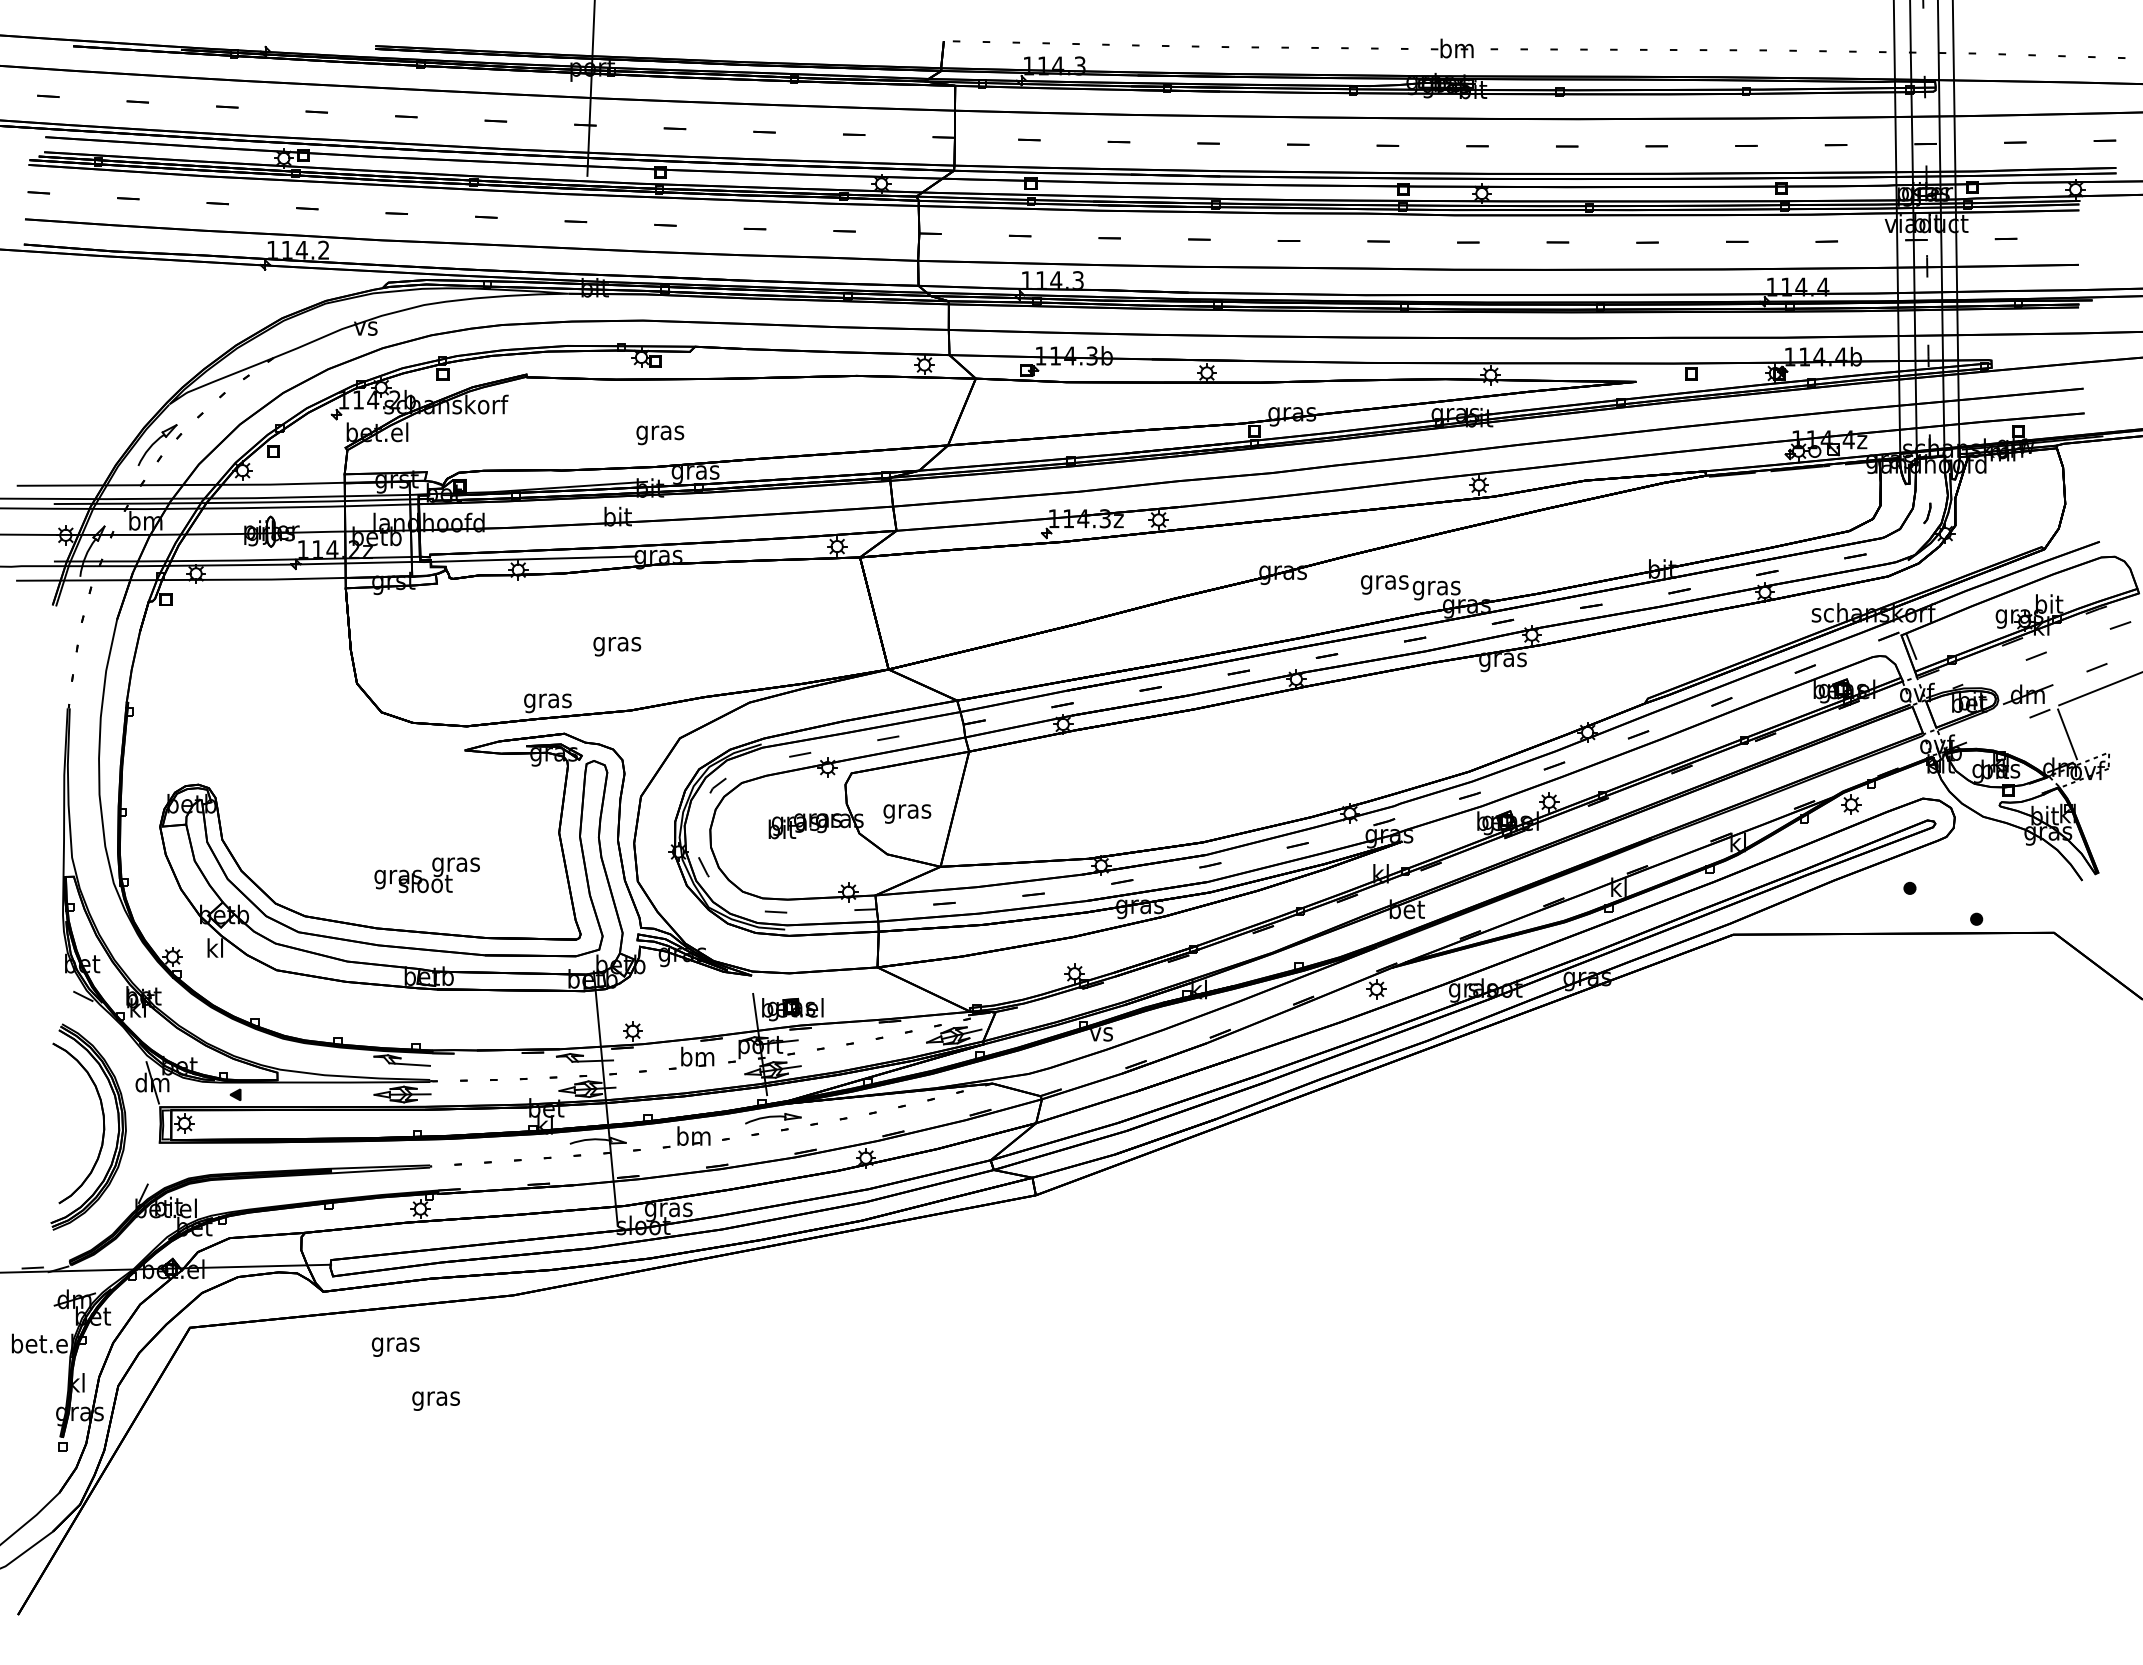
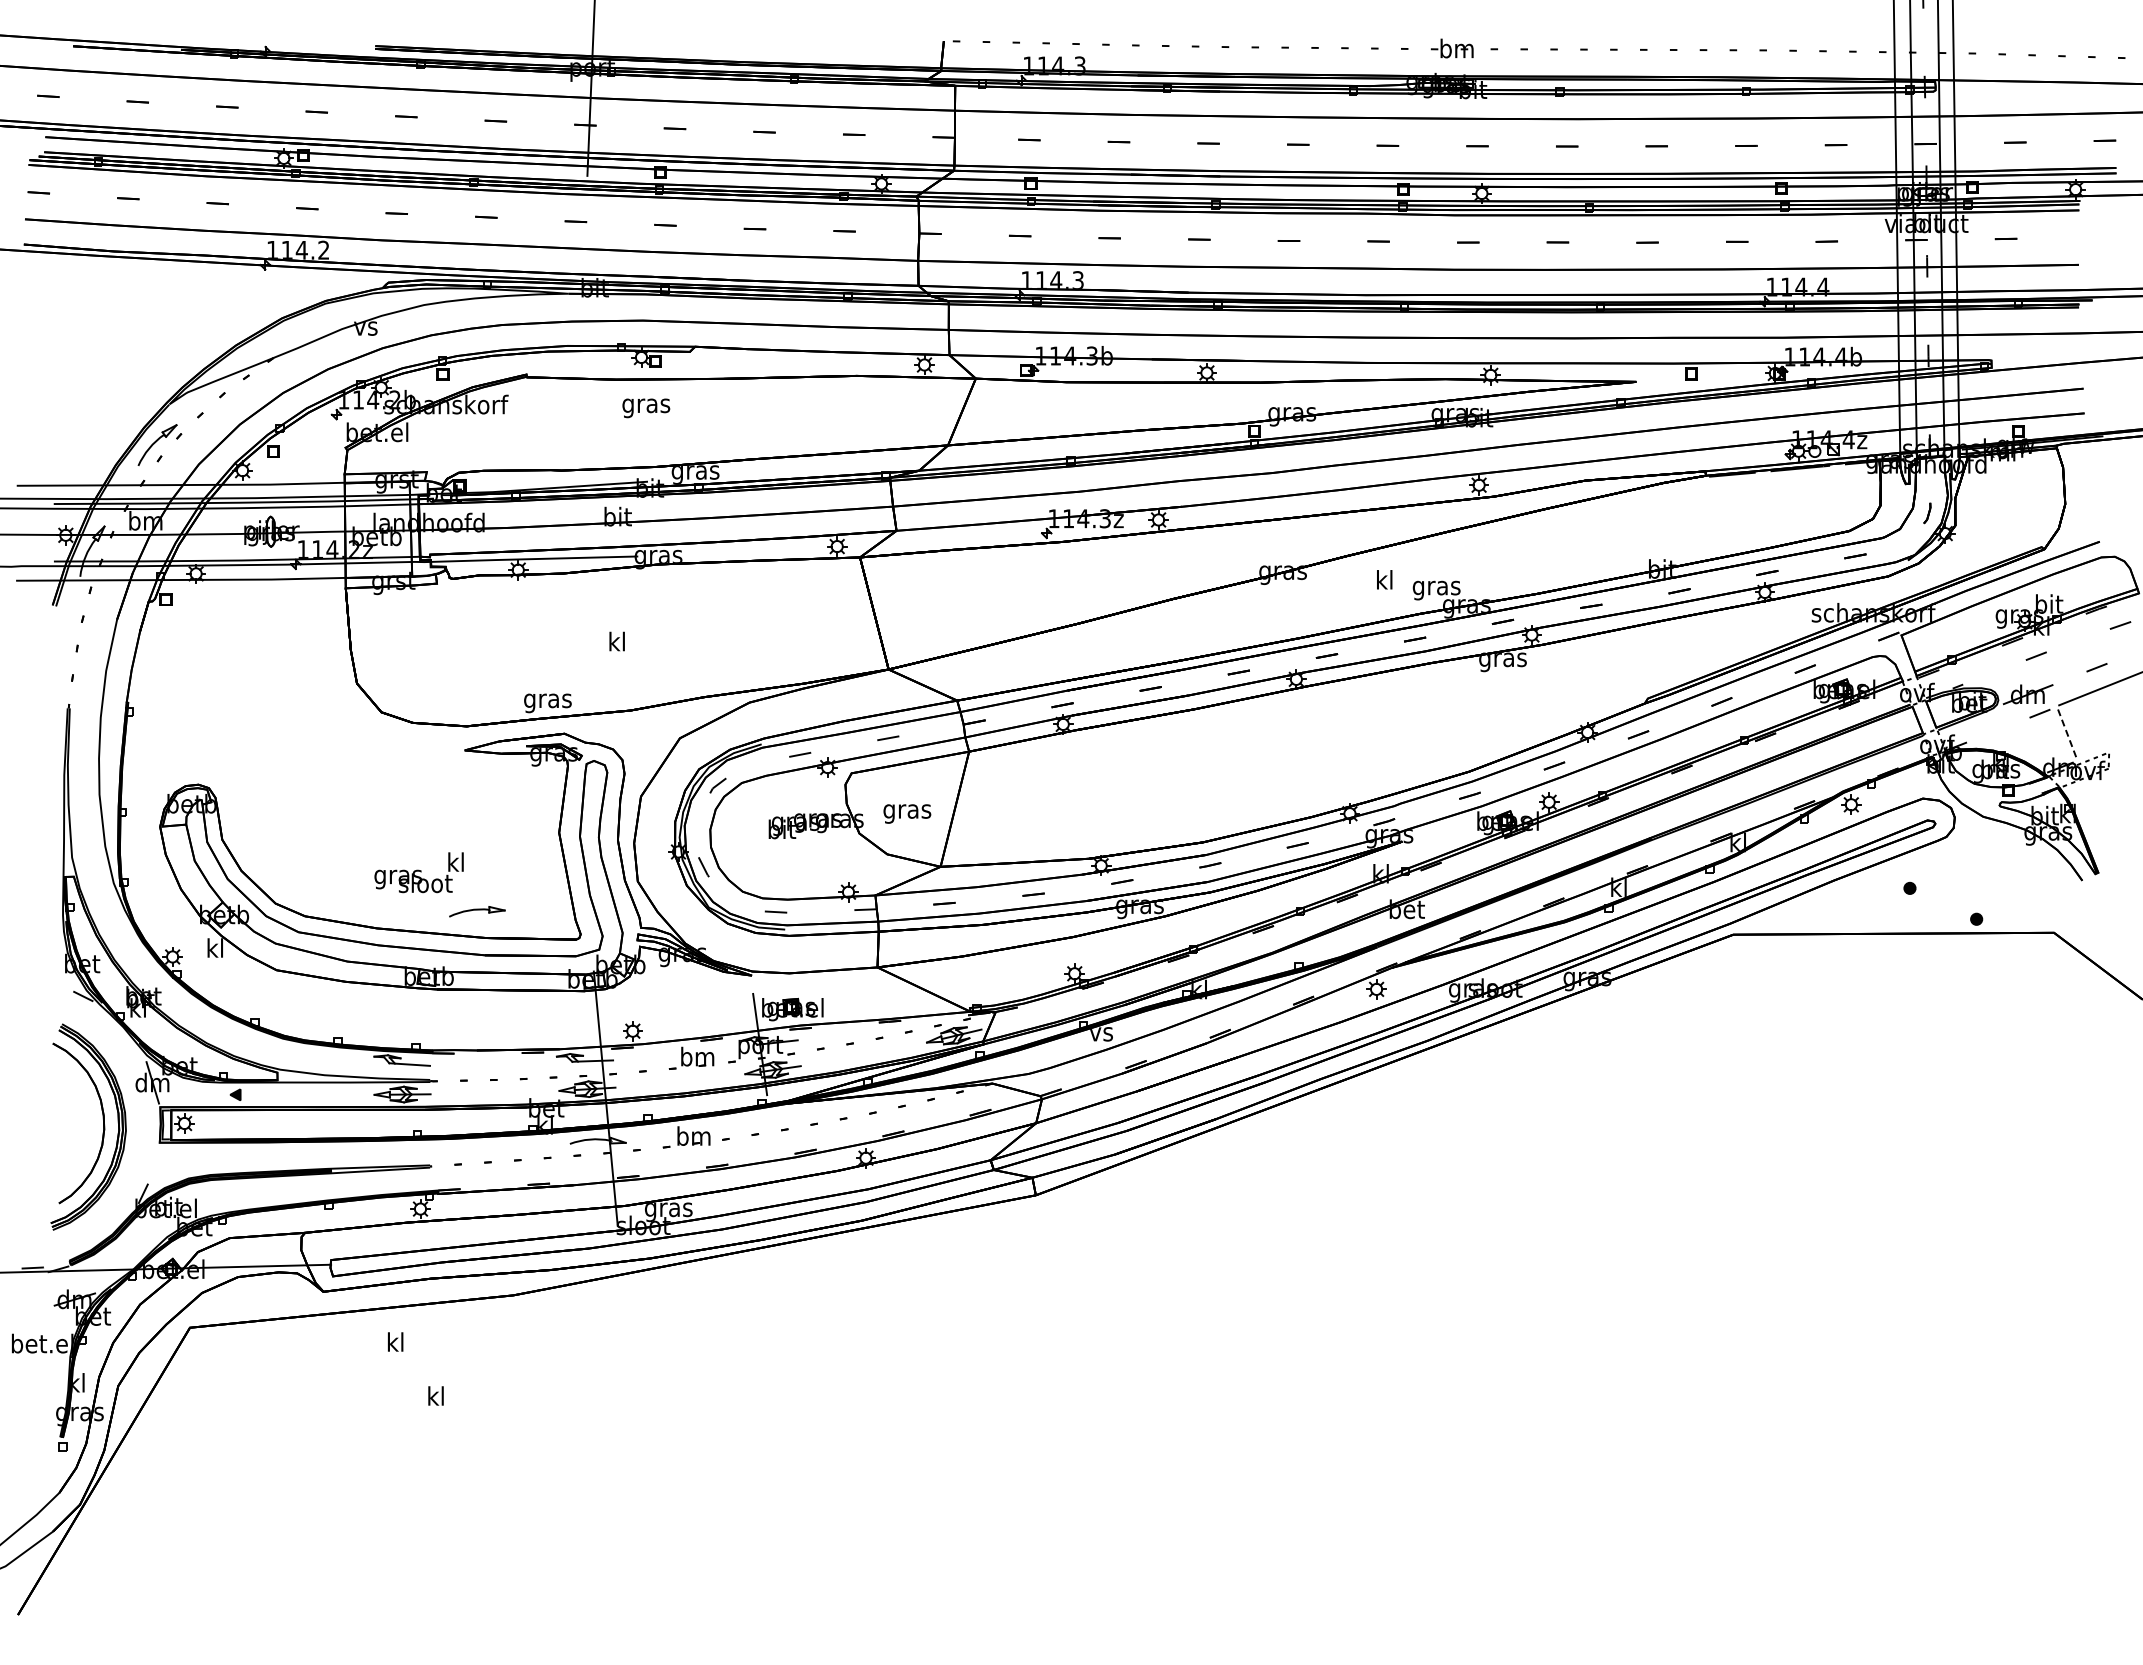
text at (660, 435) position: (660, 435) -> (646, 408)
text at (1384, 582): gras -> kl
text at (617, 643): gras -> kl
line at (1911, 646): present -> none
line at (2067, 734): solid -> dashed
text at (455, 864): gras -> kl
part at (773, 1118) position: (773, 1118) -> (477, 911)
text at (395, 1344): gras -> kl
text at (435, 1398): gras -> kl
